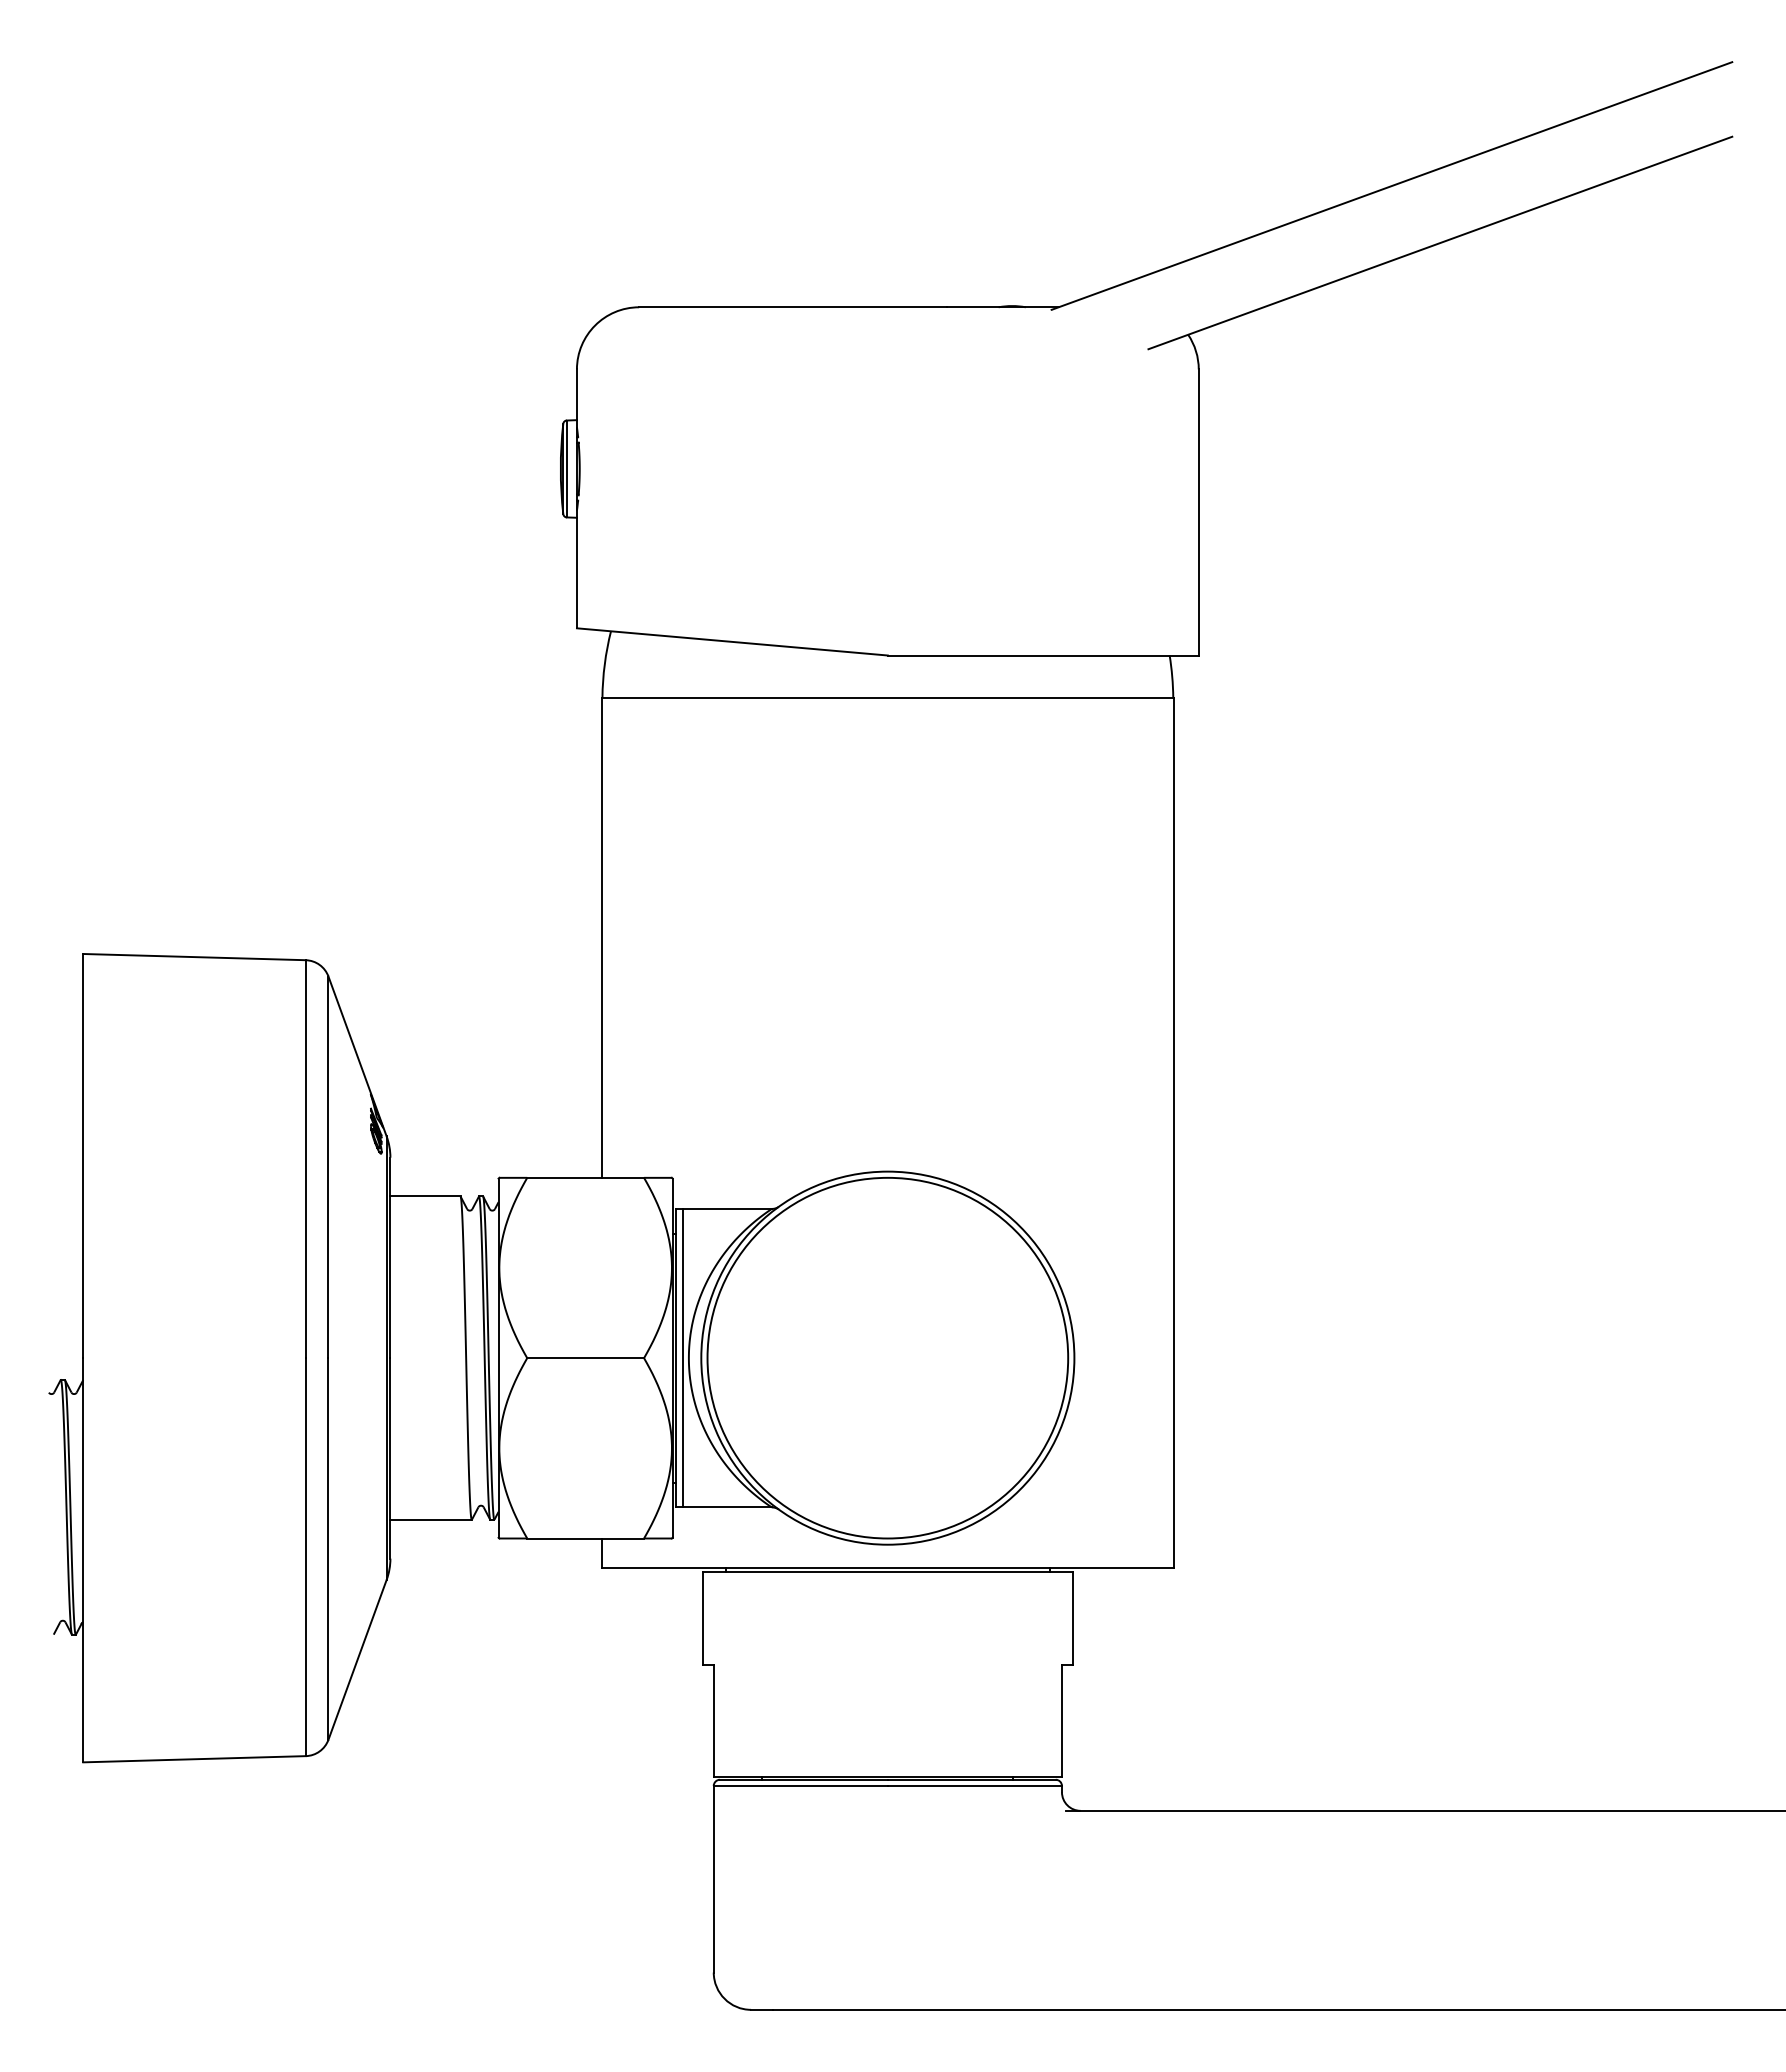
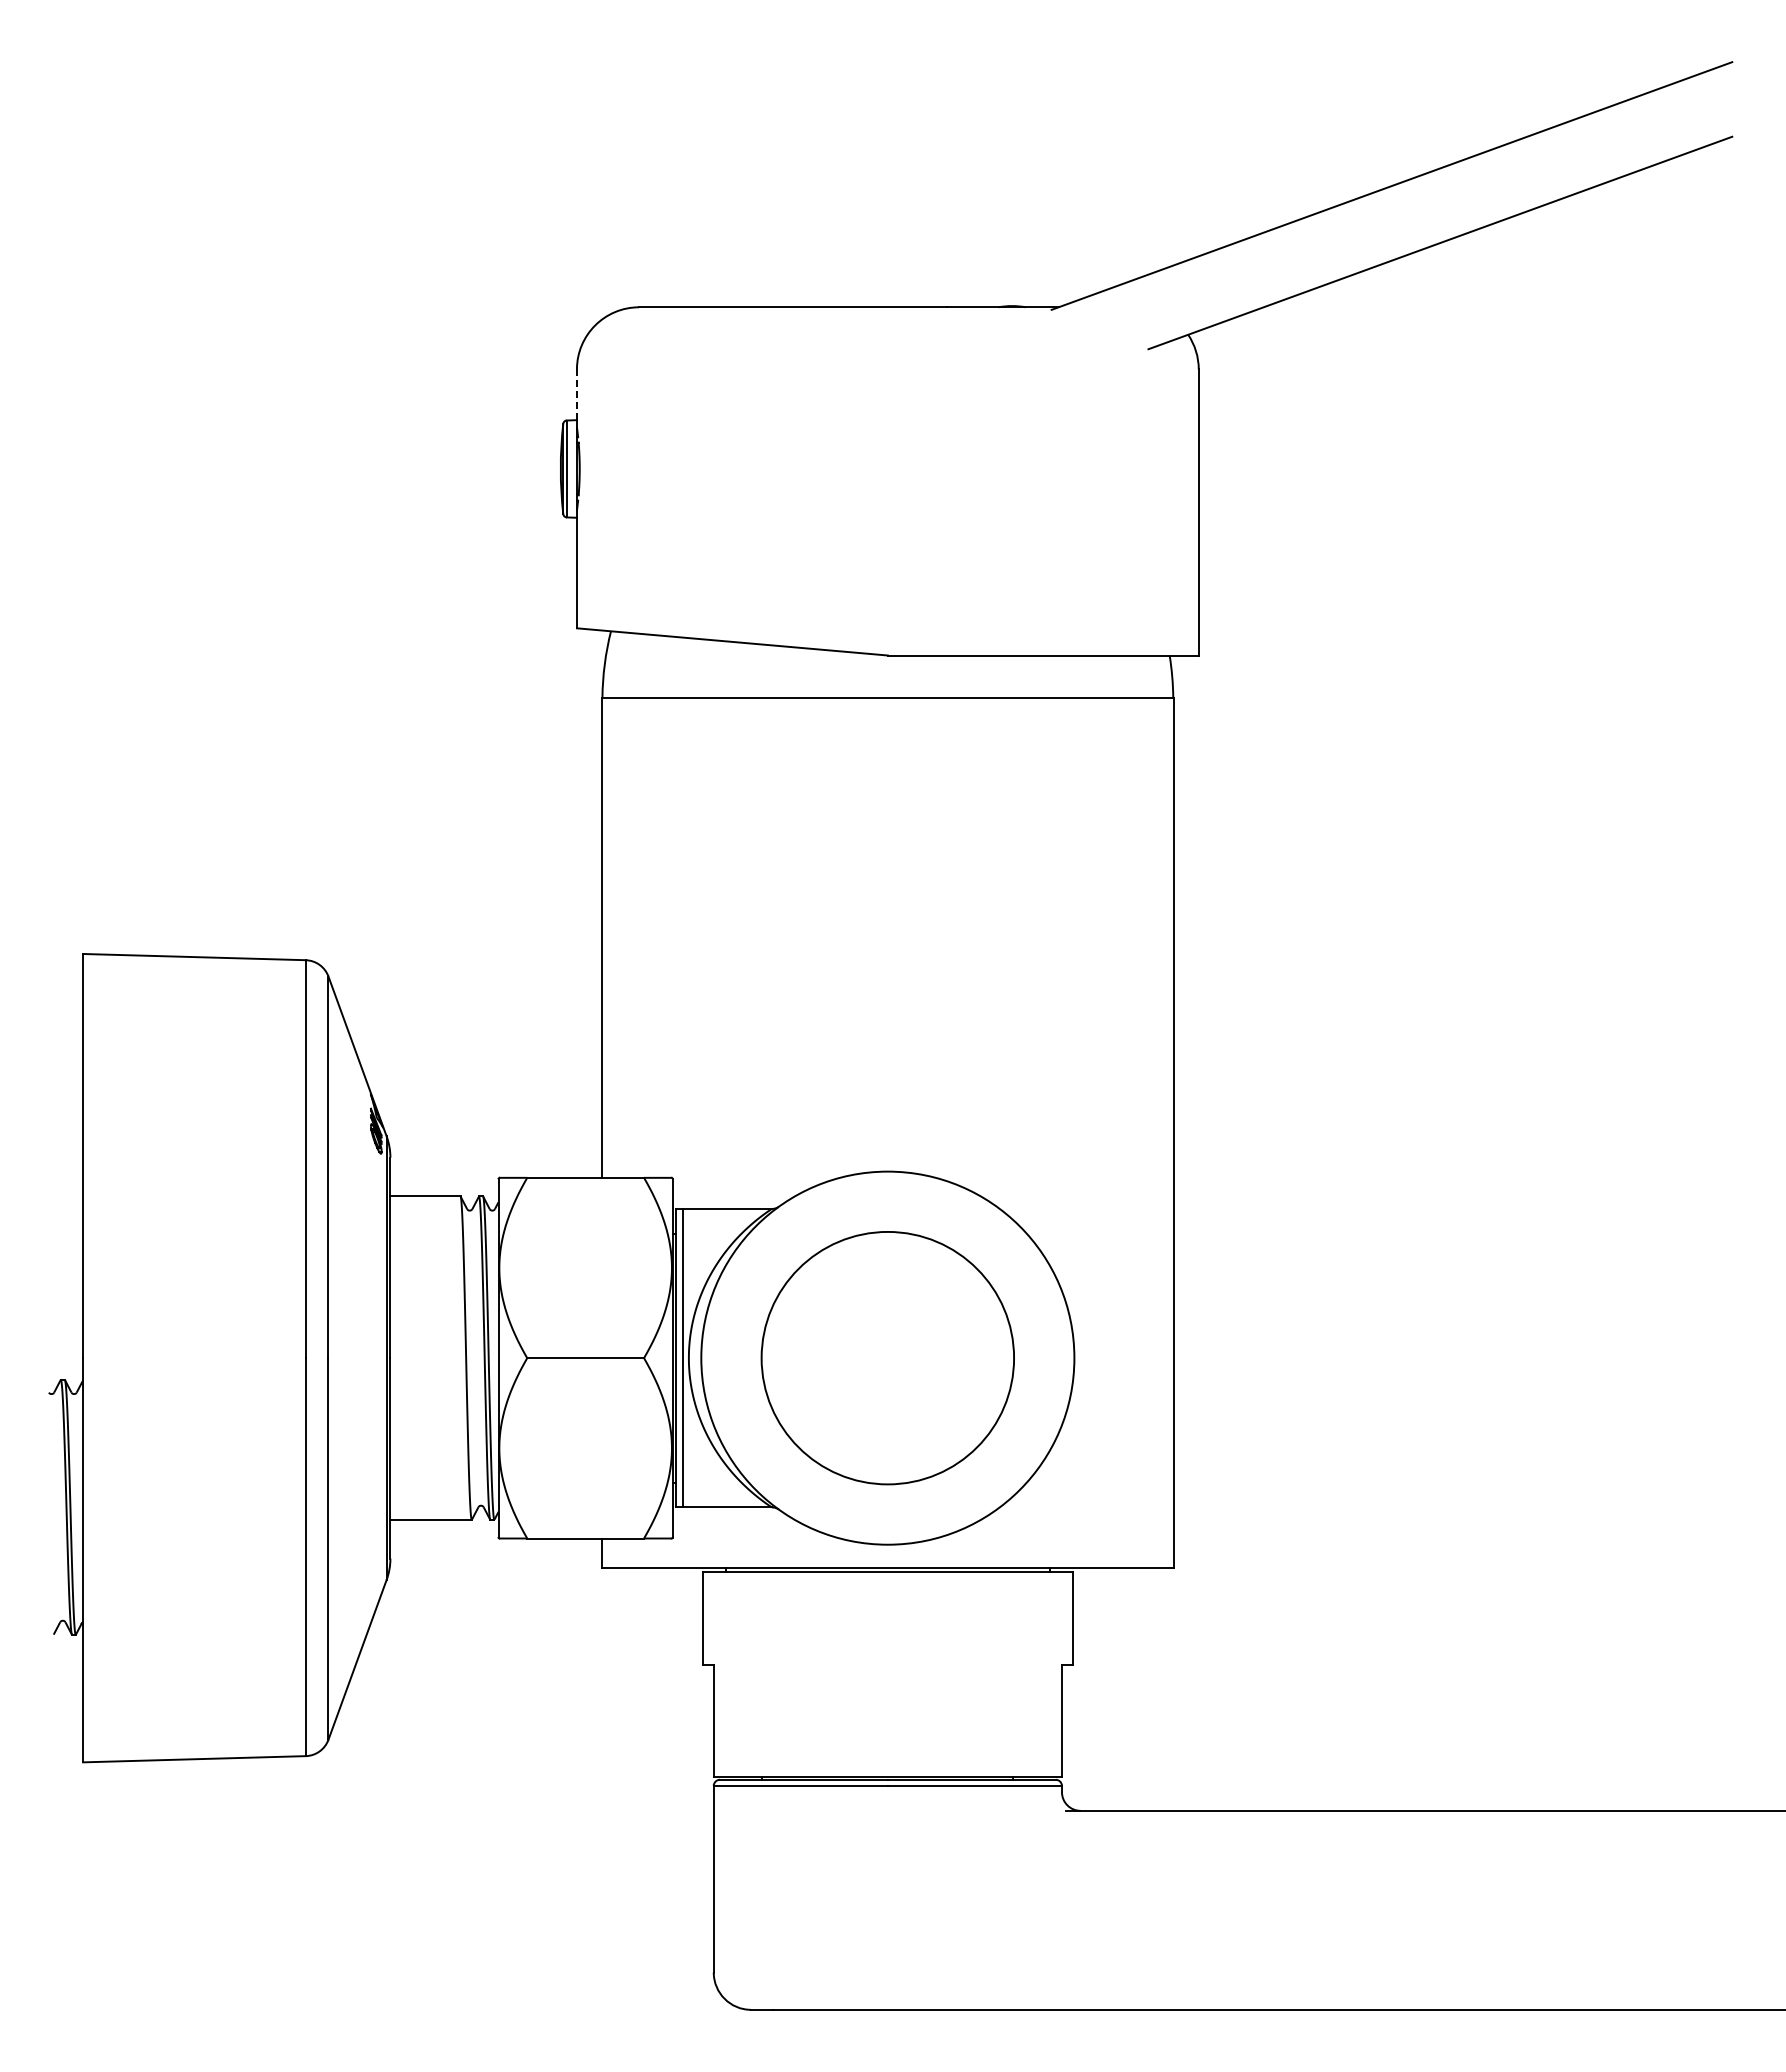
line at (576, 395): solid -> dashed
circle at (887, 1357) diameter: 361 px -> 252 px
